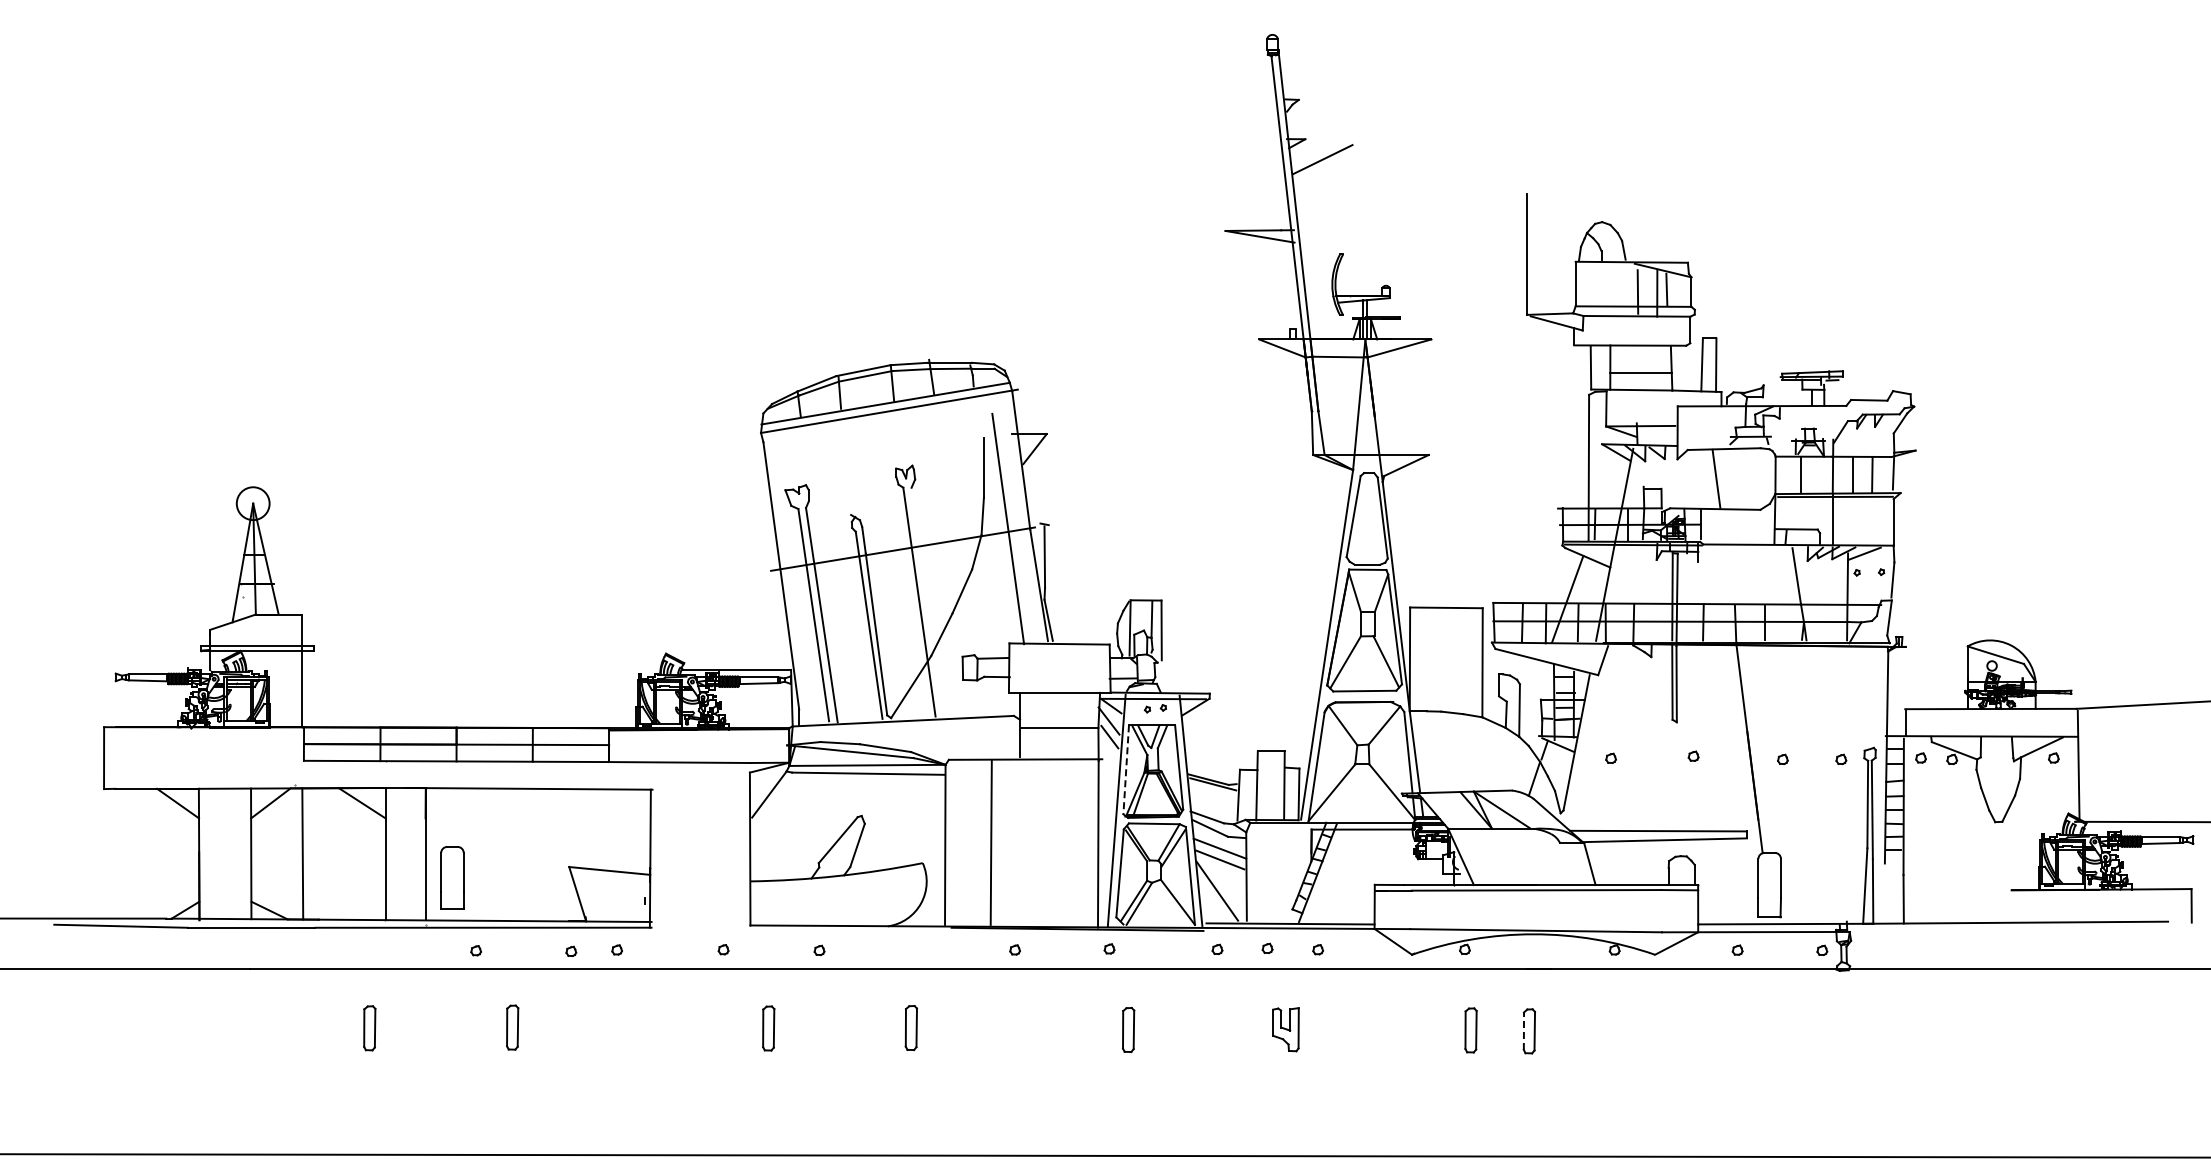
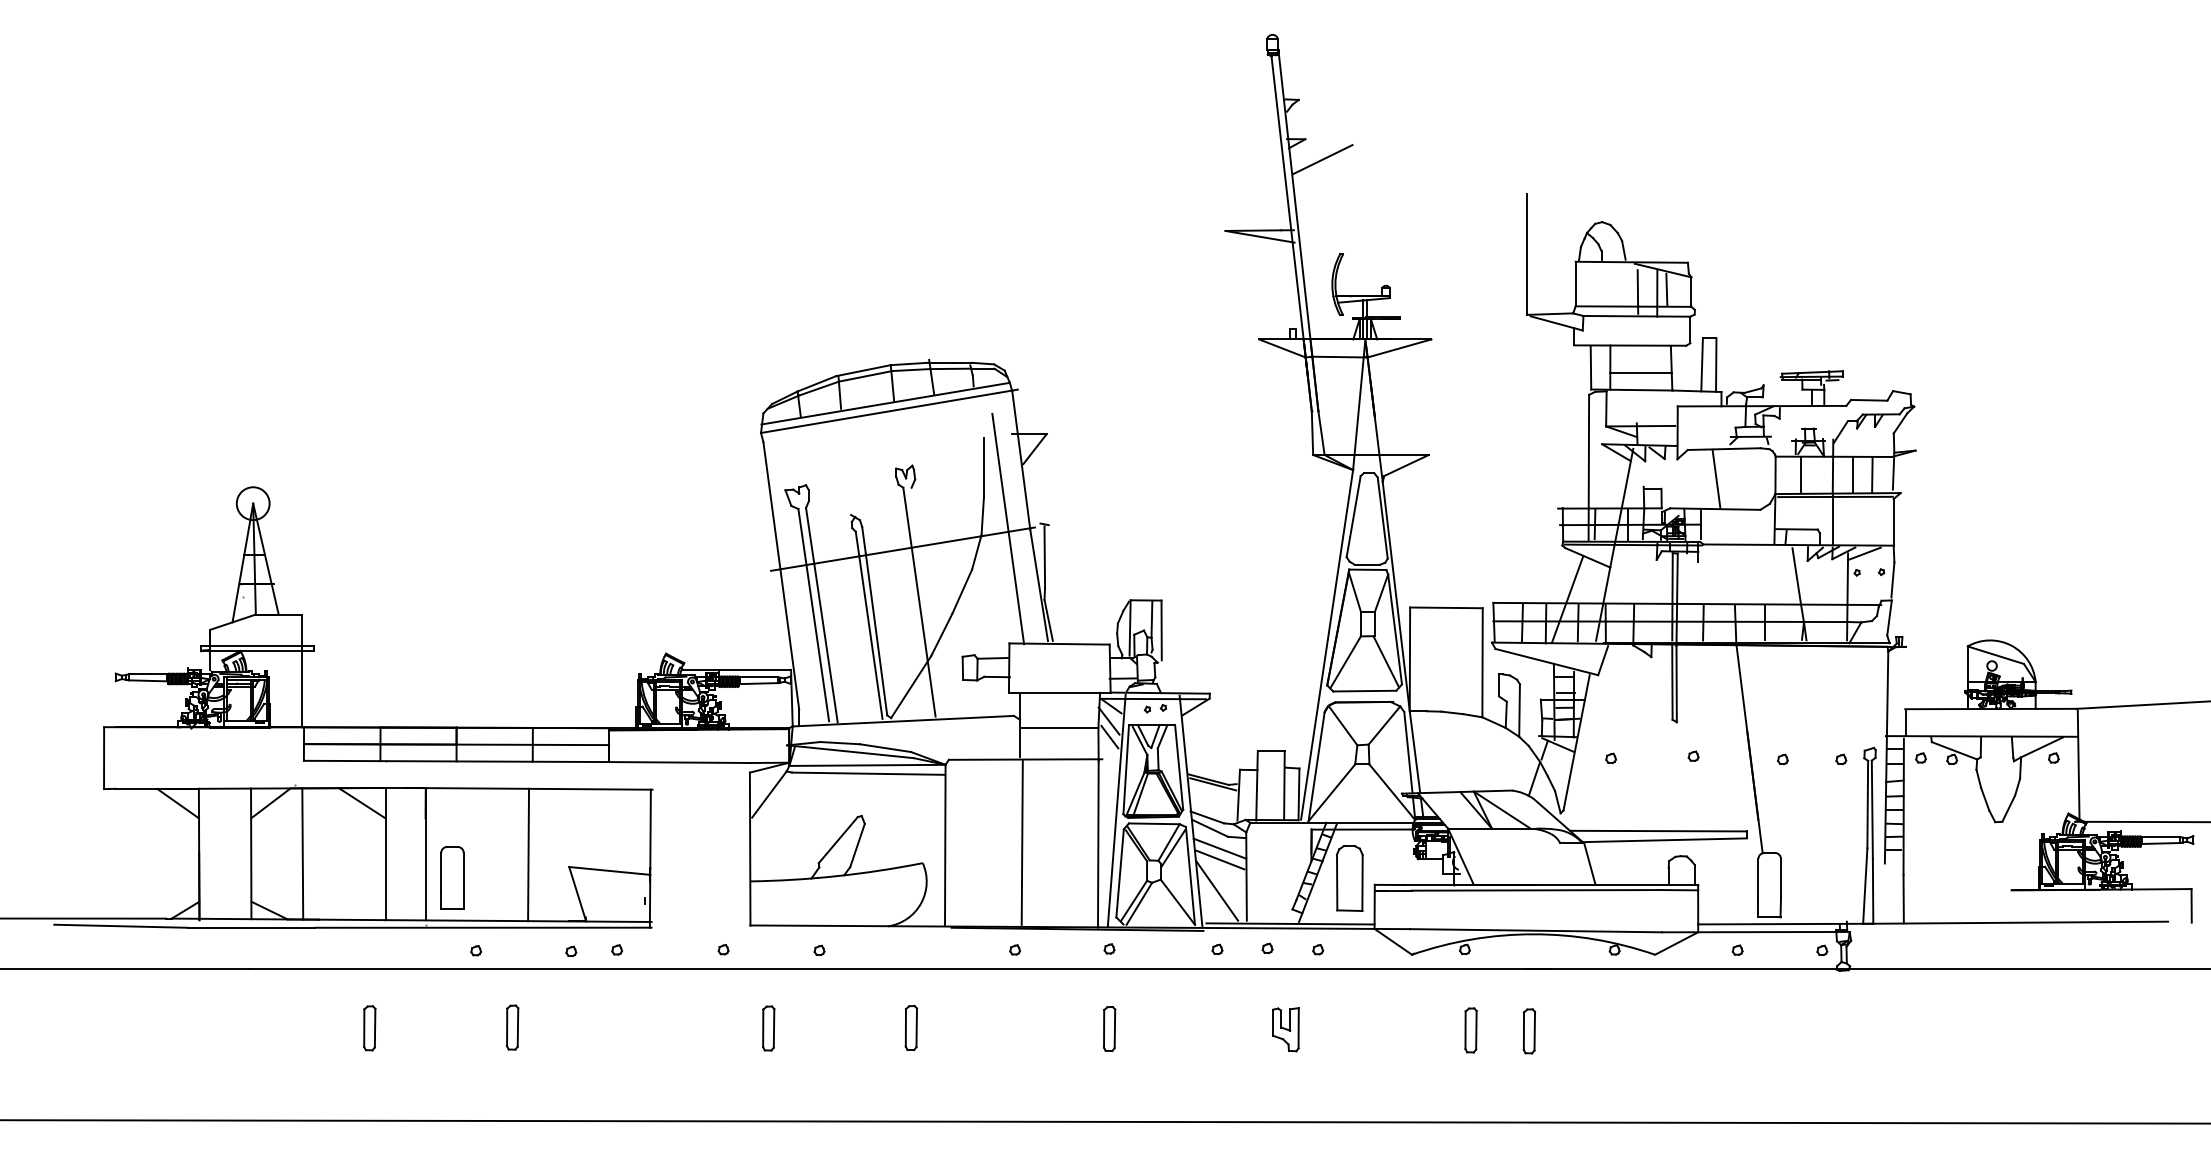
line at (1126, 769): dashed -> solid
line at (990, 842) position: (990, 842) -> (1021, 842)
line at (528, 854): none -> present
part at (1349, 878): none -> present
part at (1128, 1030) position: (1128, 1030) -> (1109, 1029)
line at (1523, 1031): dashed -> solid
line at (1104, 1155) position: (1104, 1155) -> (1104, 1121)
